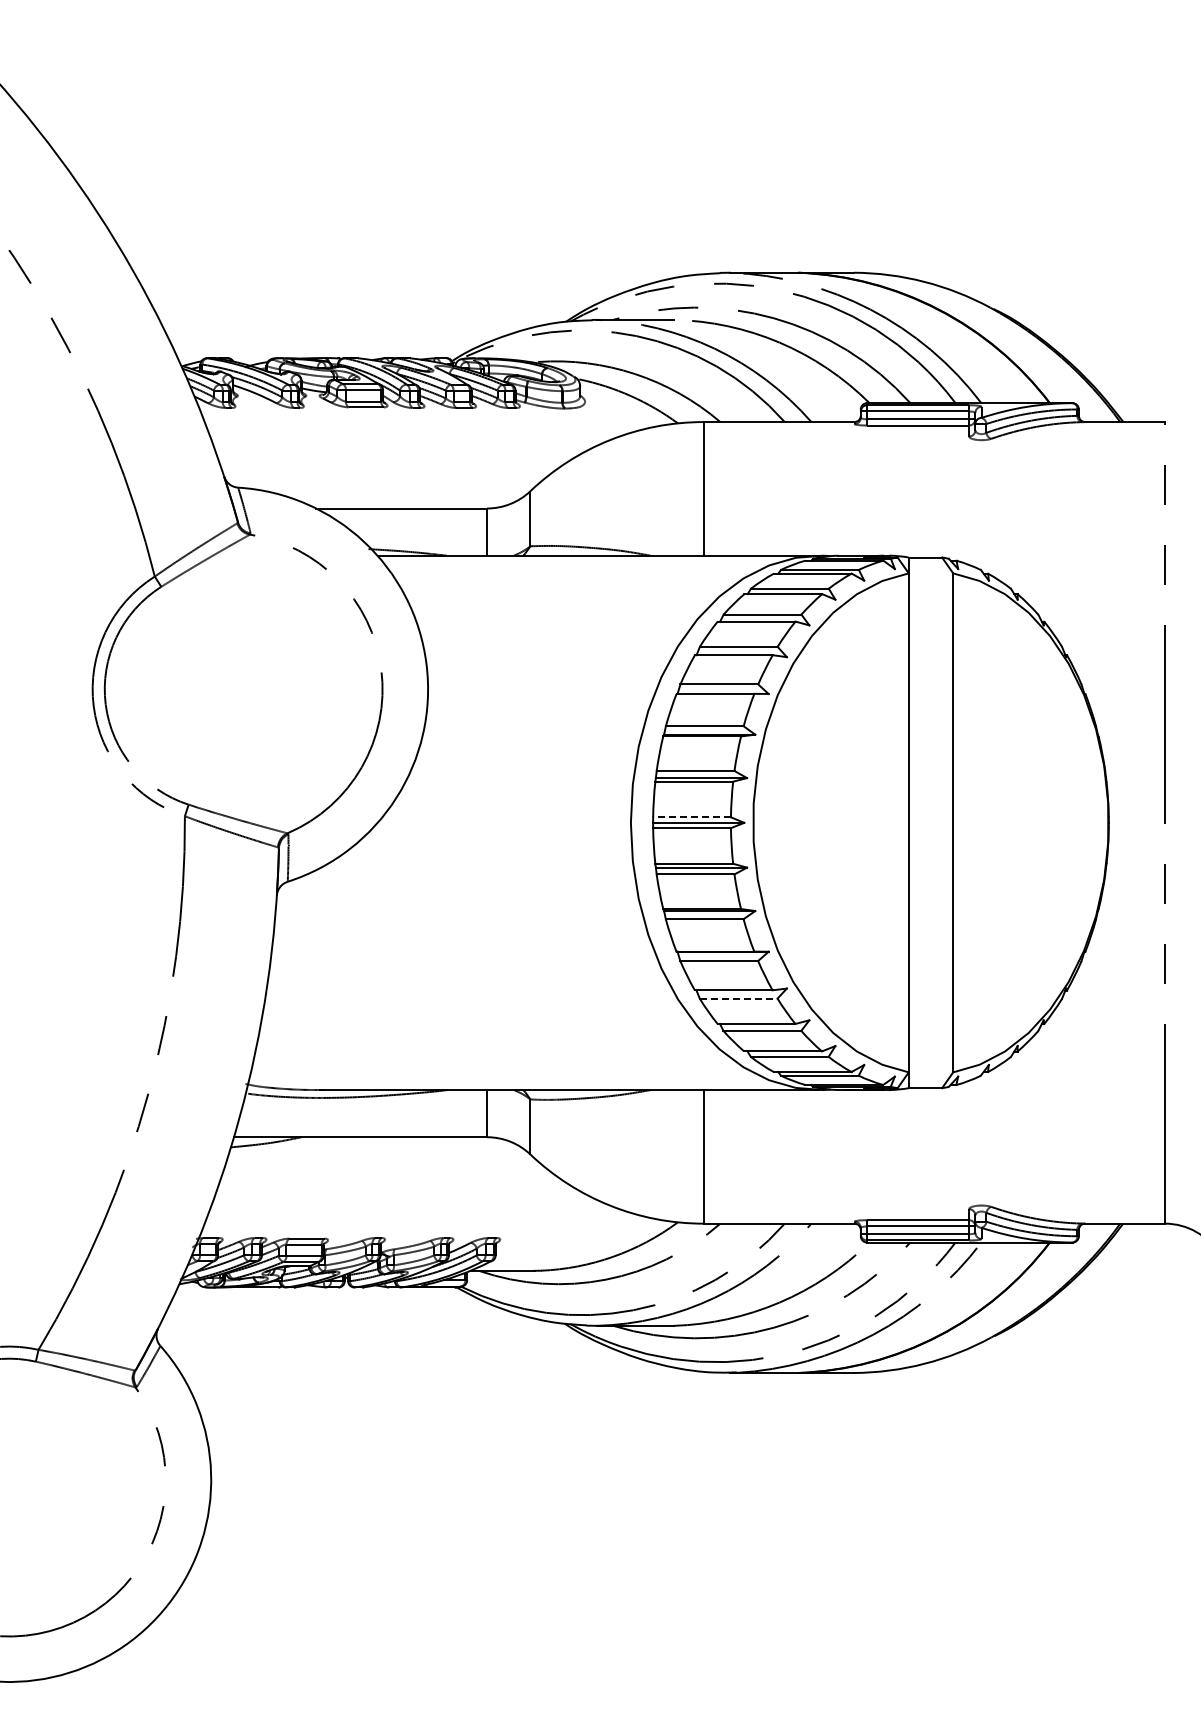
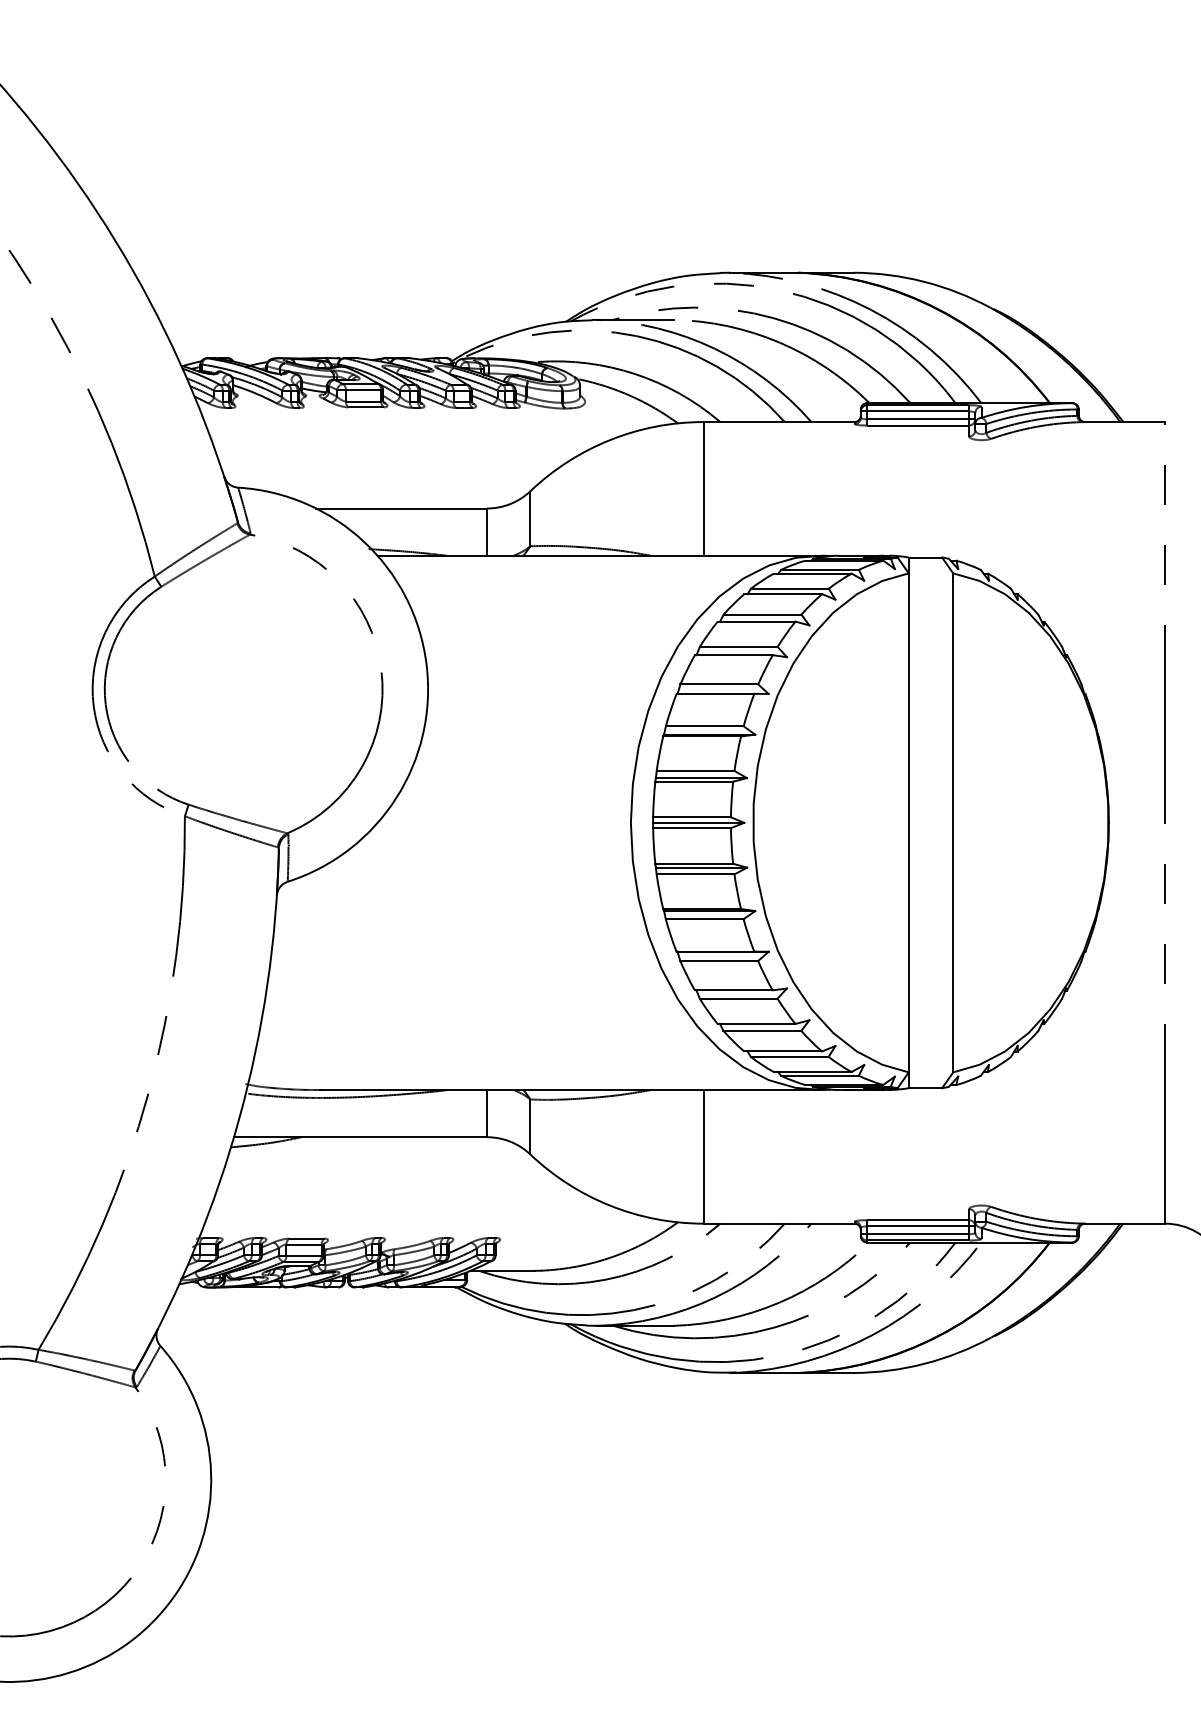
line at (692, 817): dashed -> solid
line at (738, 998): dashed -> solid
